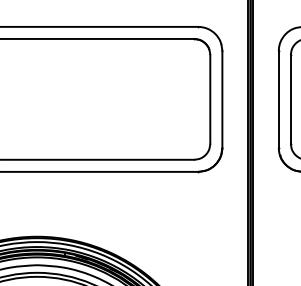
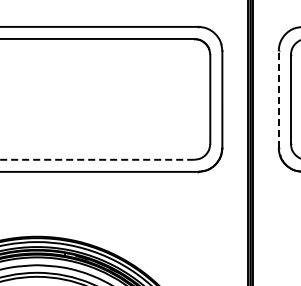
line at (278, 98): solid -> dashed
line at (97, 159): solid -> dashed
